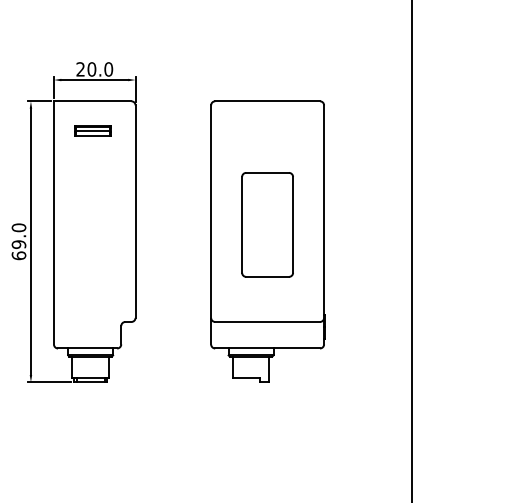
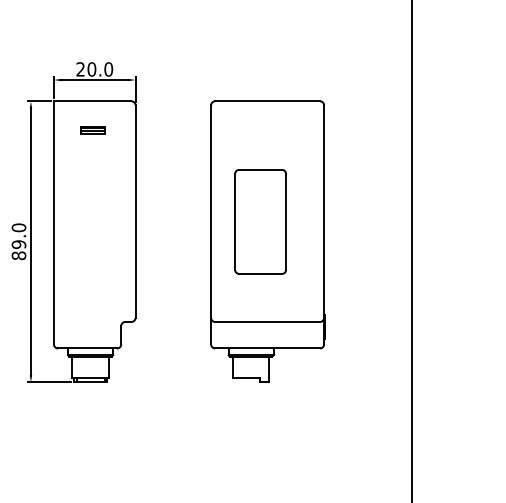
part at (92, 130) size: 38x12 px -> 26x9 px
part at (267, 224) position: (267, 224) -> (260, 221)
text at (18, 255): 69.0 -> 89.0
